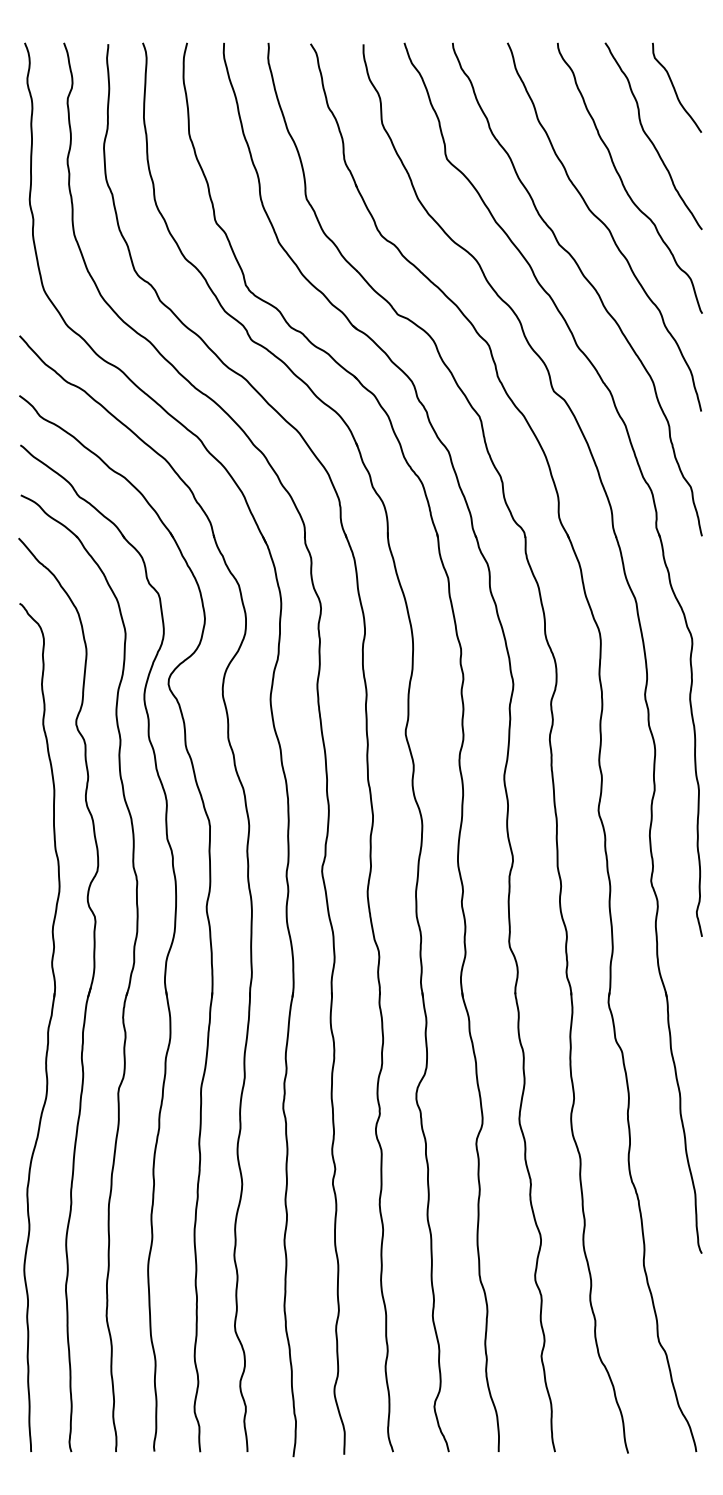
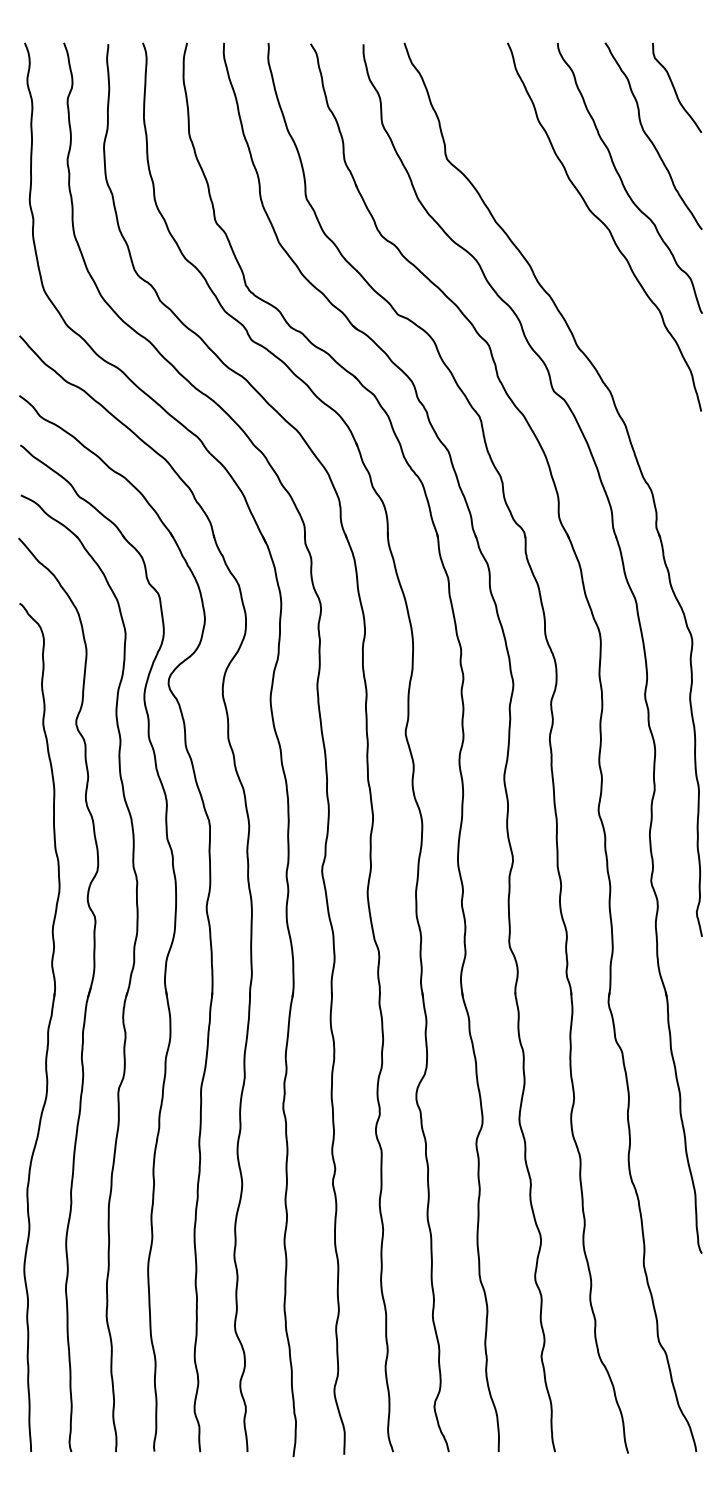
curve at (586, 280): present -> none
